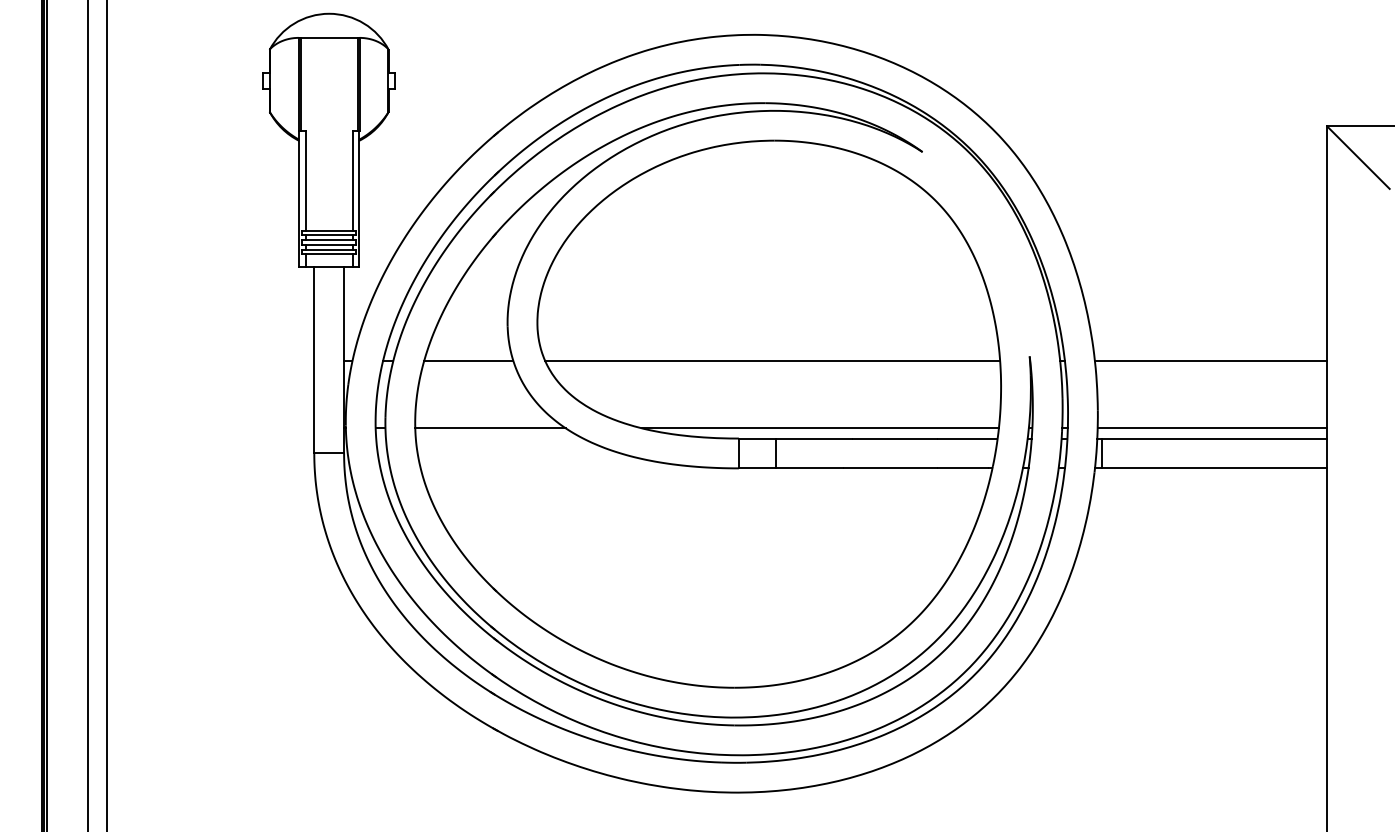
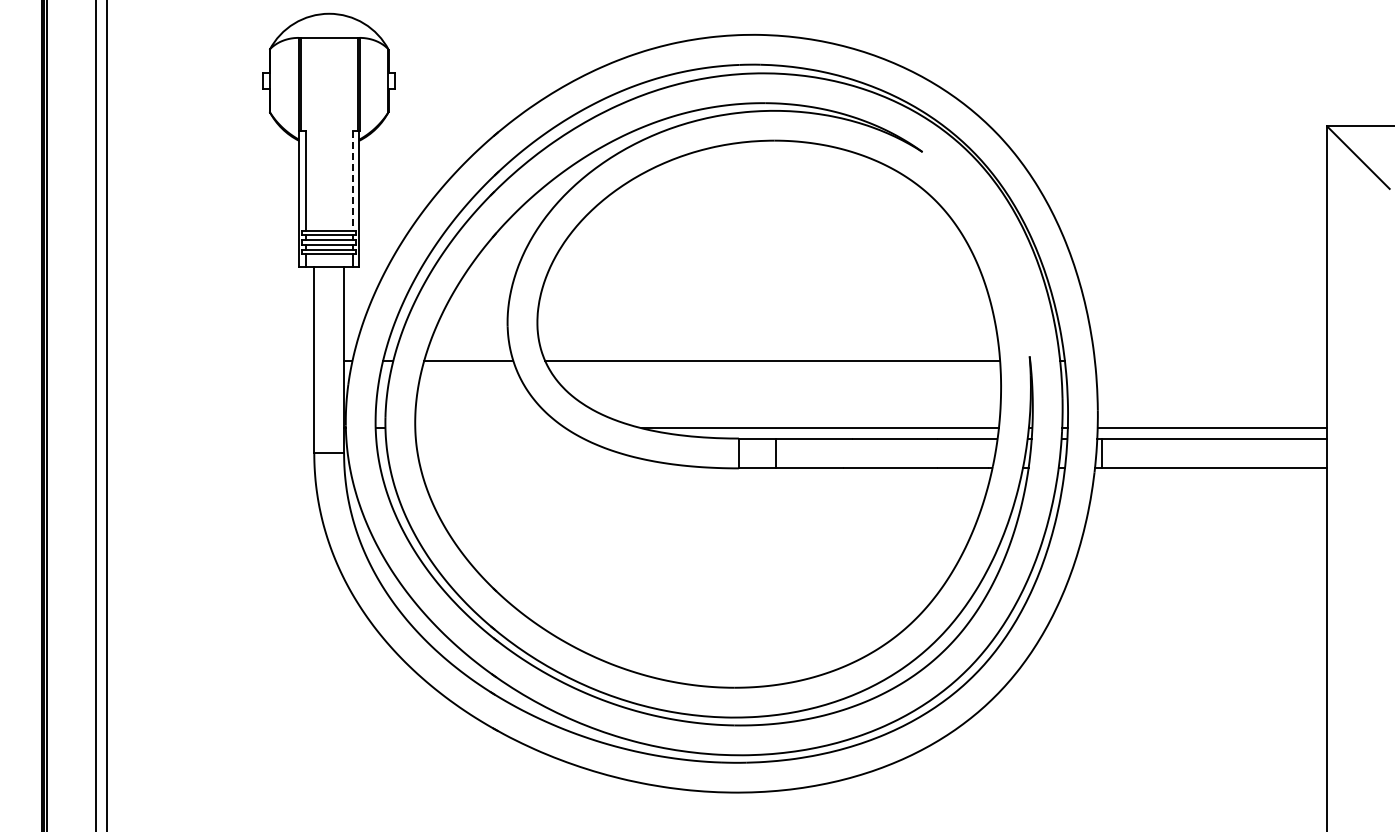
line at (352, 181): solid -> dashed
line at (1210, 361): present -> none
line at (88, 415) position: (88, 415) -> (96, 415)
line at (490, 428): present -> none
